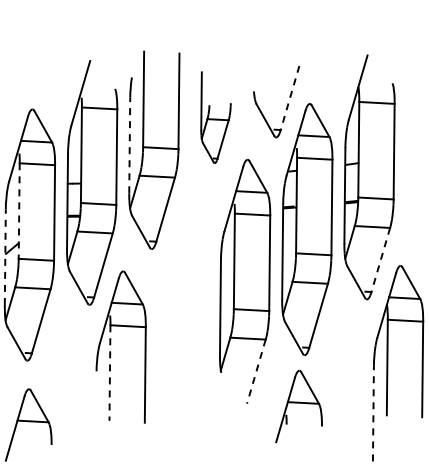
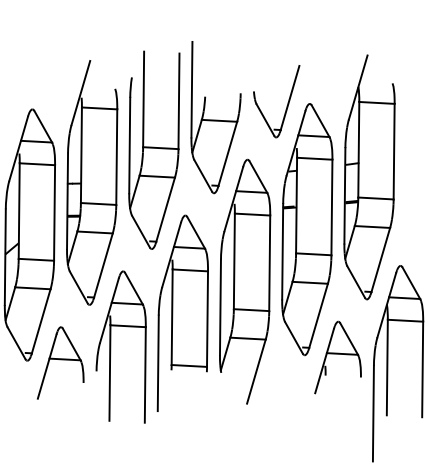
line at (289, 98): dashed -> solid
part at (215, 117) size: 32x93 px -> 52x154 px
line at (129, 145): dashed -> solid
line at (19, 211): dashed -> solid
line at (5, 257): dashed -> solid
line at (380, 260): dashed -> solid
part at (182, 312): none -> present
line at (256, 372): dashed -> solid
line at (109, 373): dashed -> solid
part at (298, 406) position: (298, 406) -> (337, 357)
line at (373, 413): dashed -> solid
part at (28, 424) position: (28, 424) -> (60, 362)
